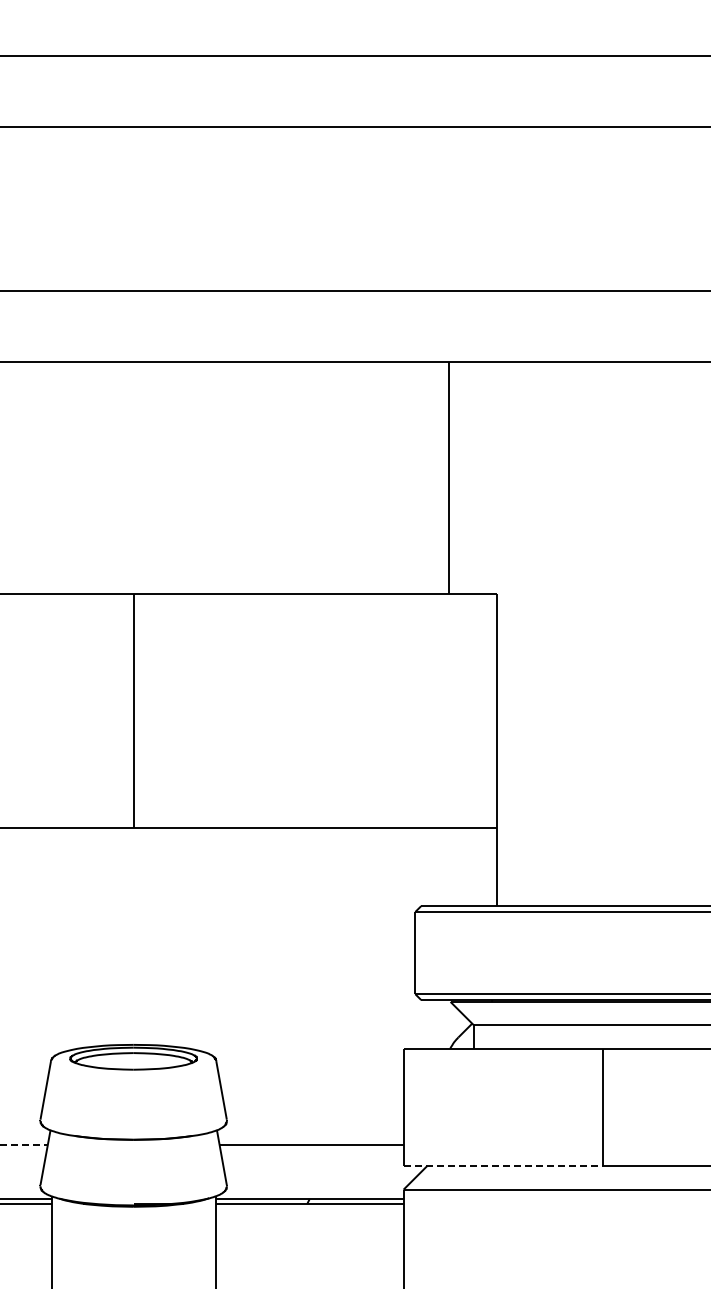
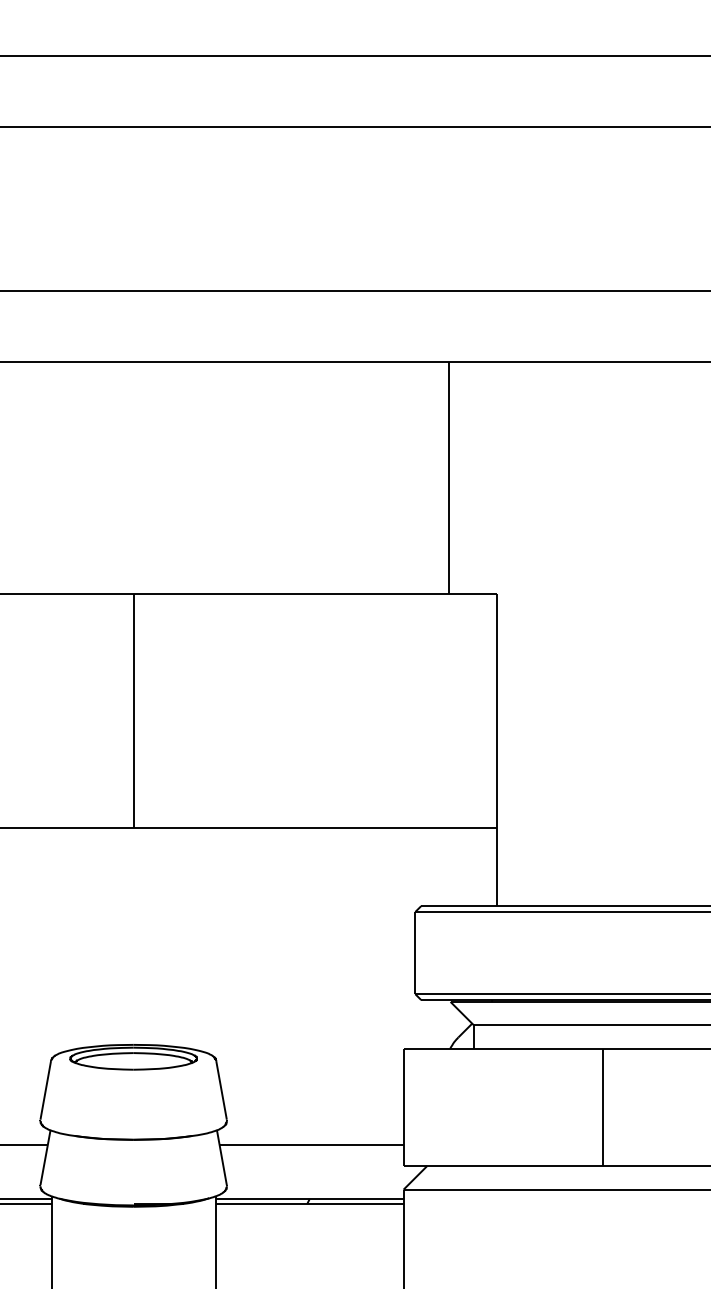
line at (24, 1145): dashed -> solid
line at (503, 1166): dashed -> solid
